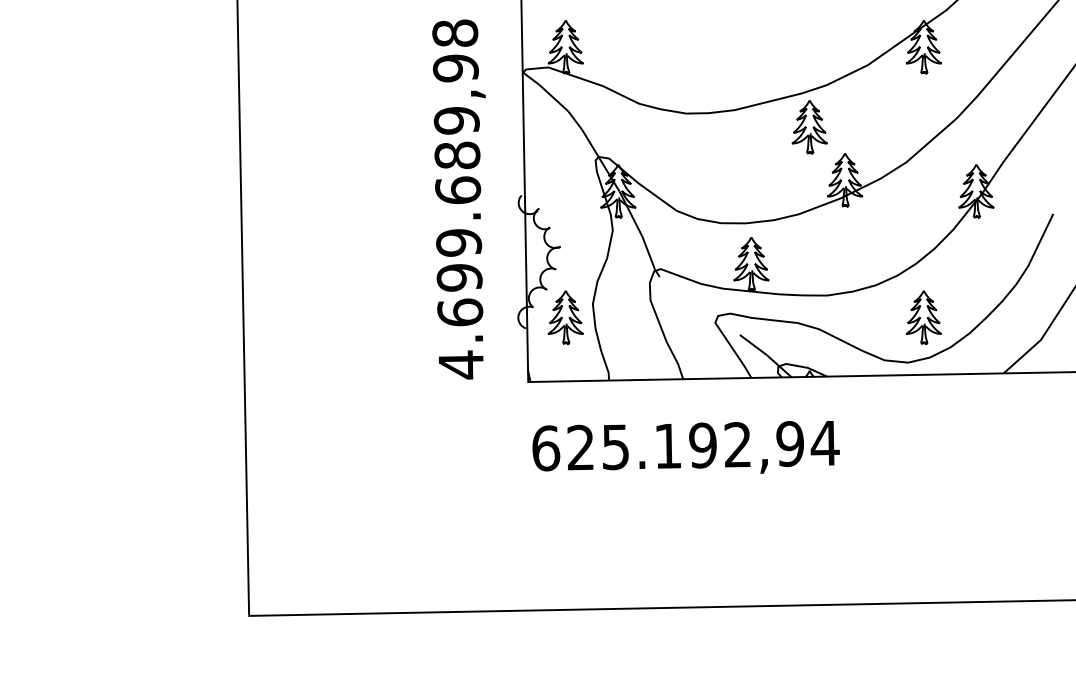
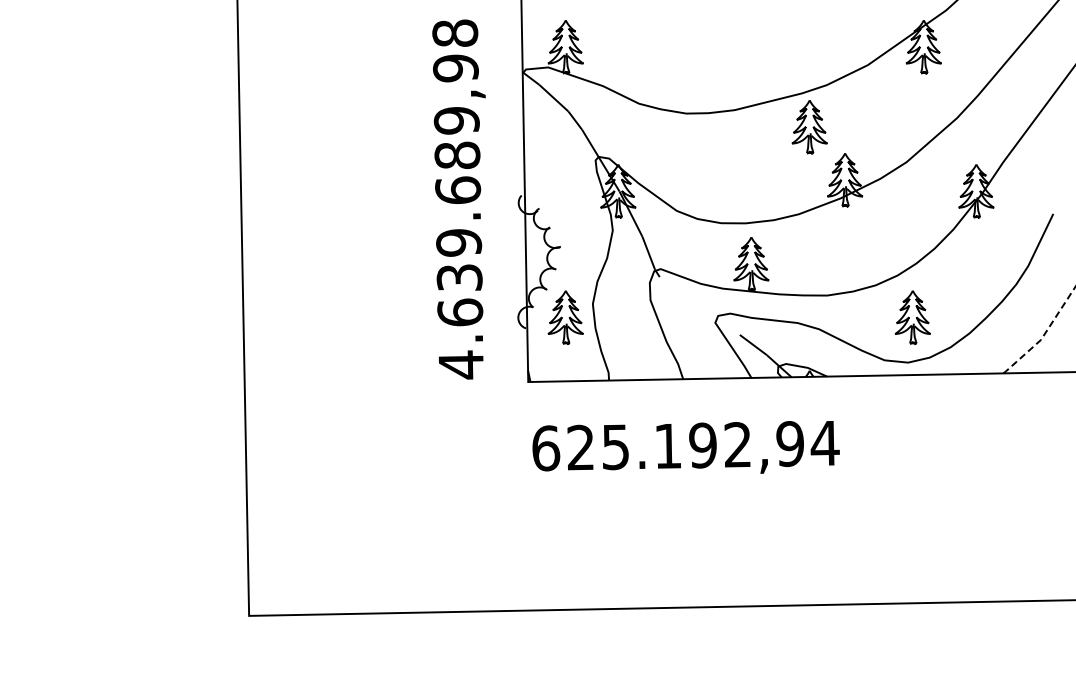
text at (459, 277): 4.699.689,98 -> 4.639.689,98
part at (923, 317) position: (923, 317) -> (912, 317)
line at (1044, 335): solid -> dashed
